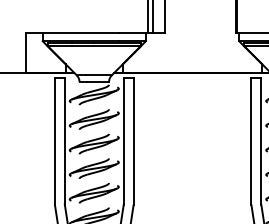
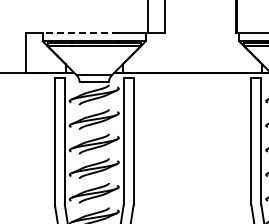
line at (153, 17): present -> none
line at (80, 33): solid -> dashed
